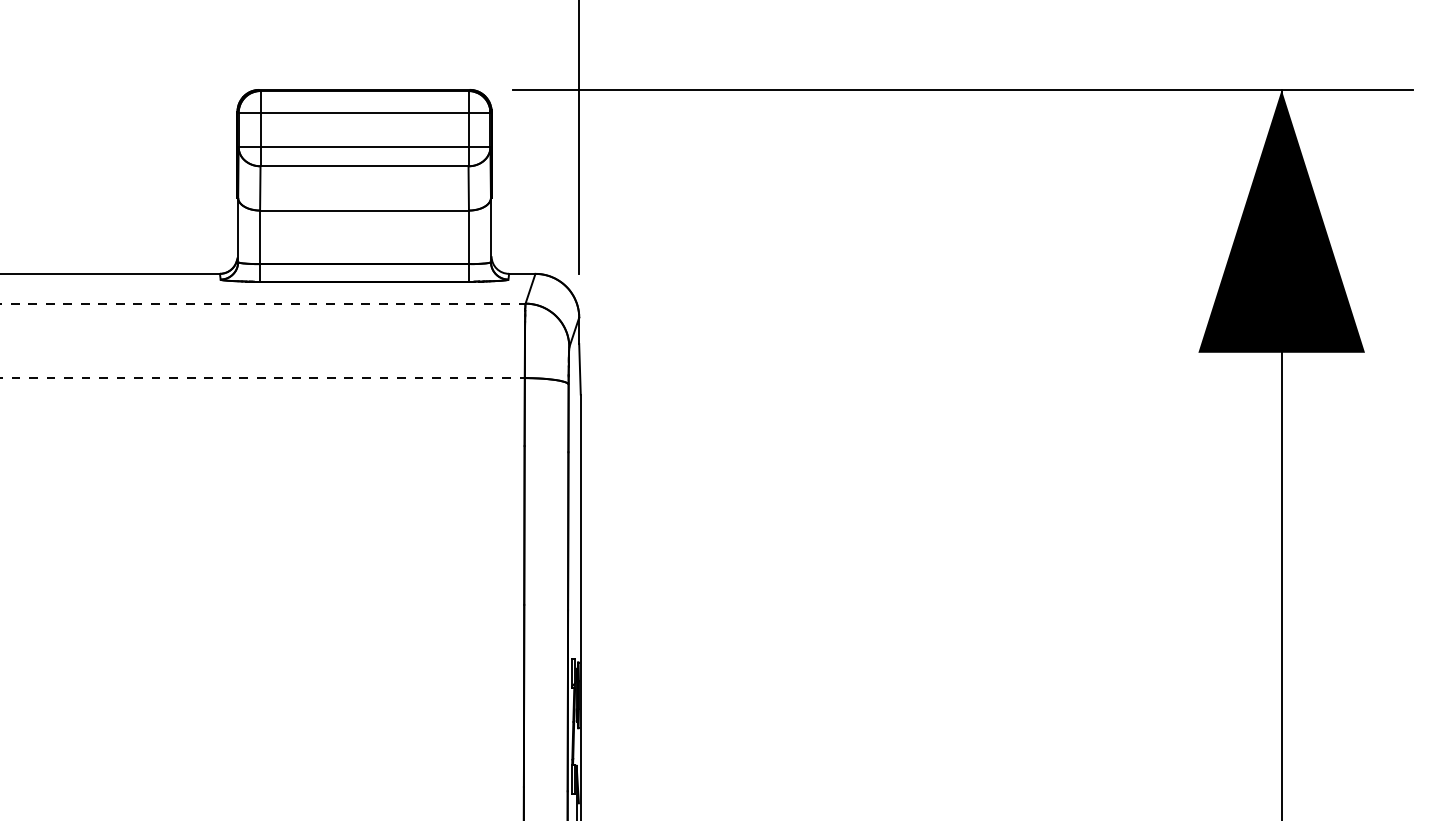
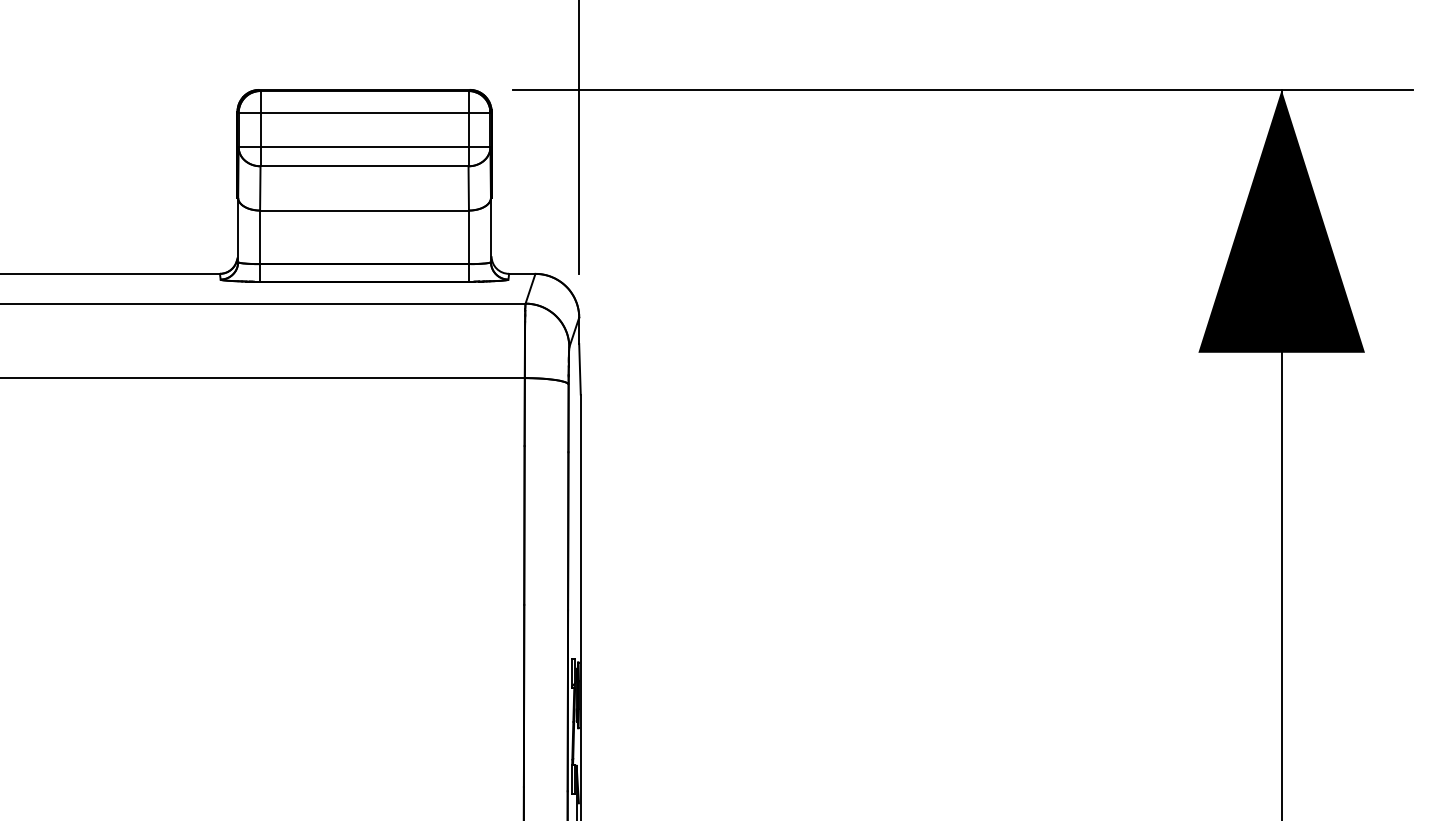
line at (263, 303): dashed -> solid
line at (262, 378): dashed -> solid
